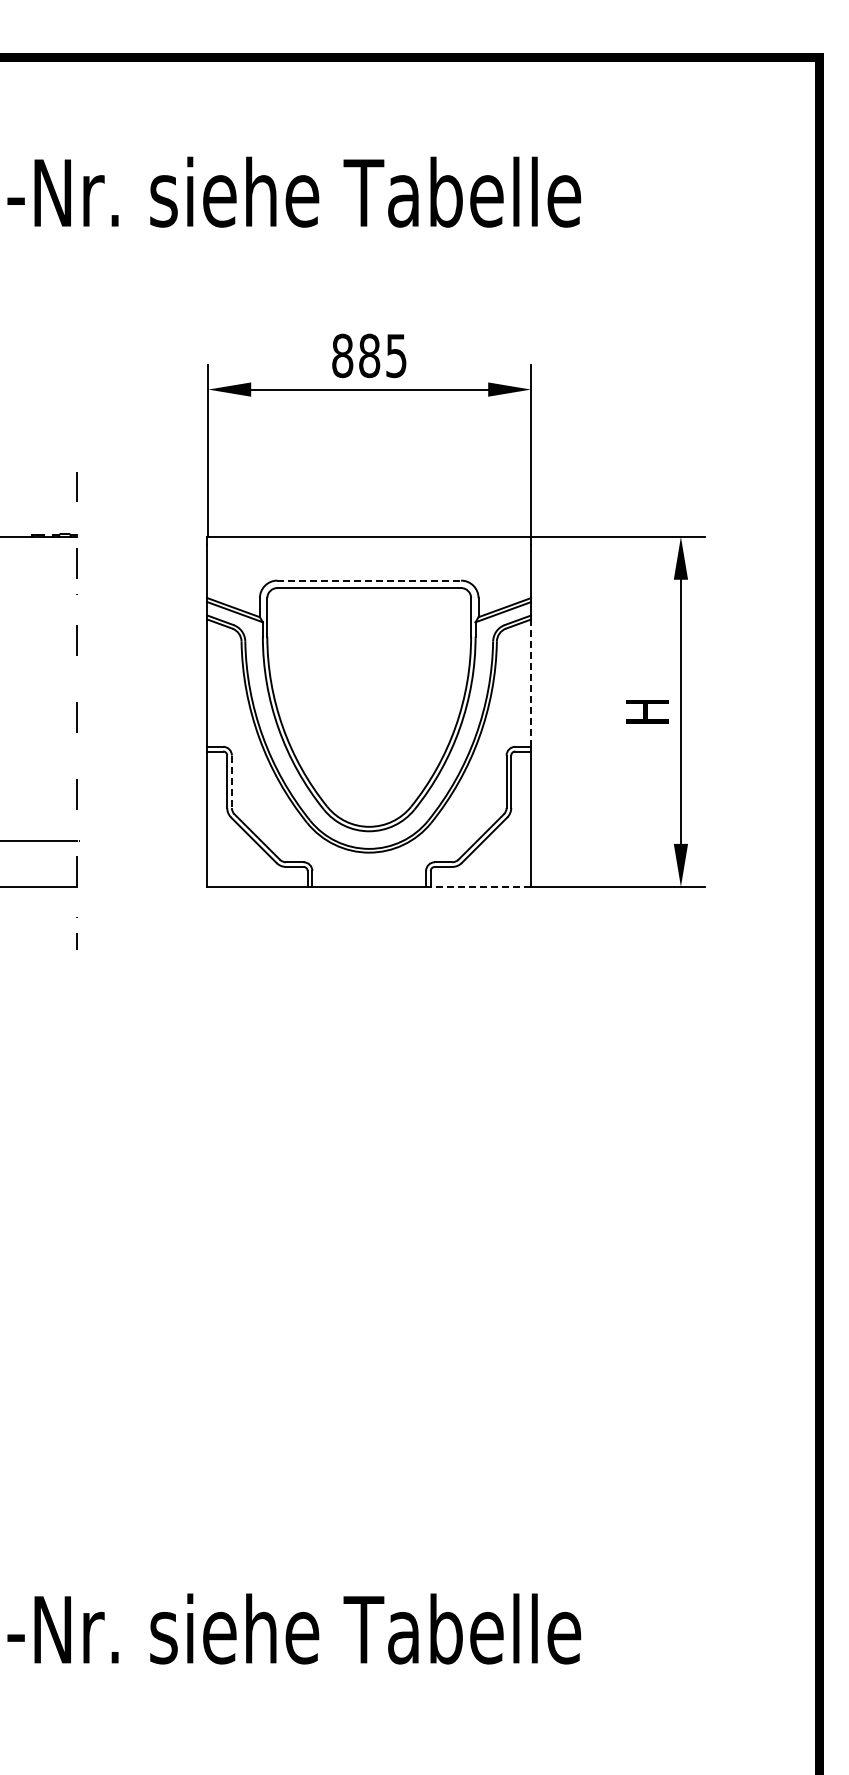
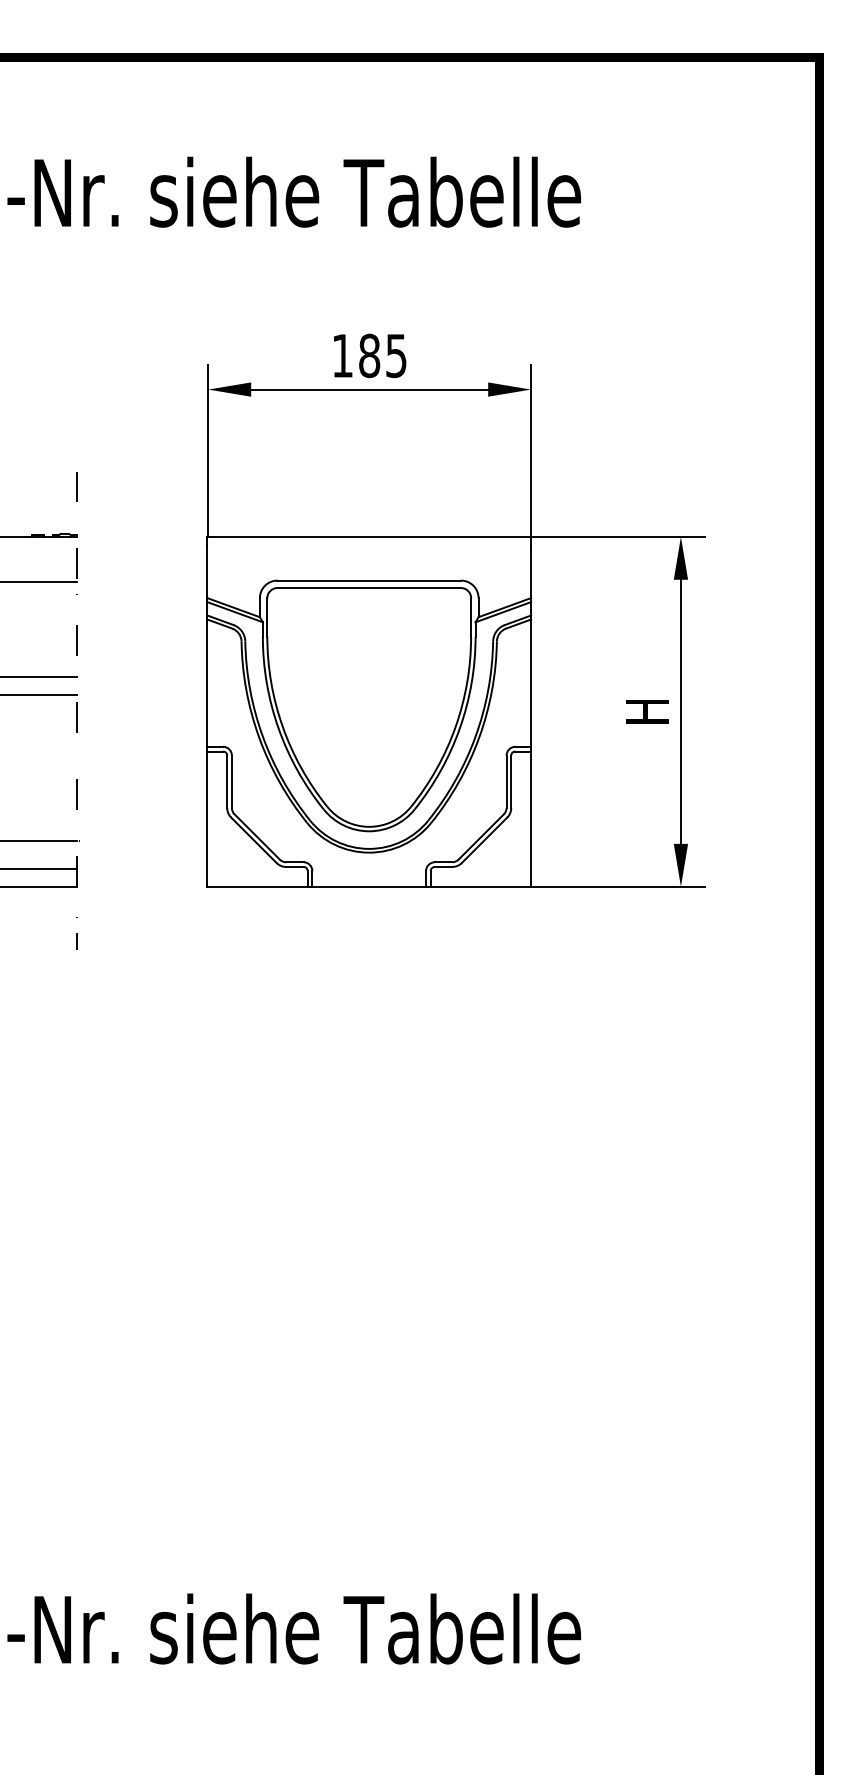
text at (342, 355): 885 -> 185
line at (369, 580): dashed -> solid
line at (39, 582): none -> present
line at (39, 676): none -> present
line at (531, 683): dashed -> solid
line at (39, 695): none -> present
line at (231, 782): dashed -> solid
line at (39, 869): none -> present
line at (480, 886): dashed -> solid
